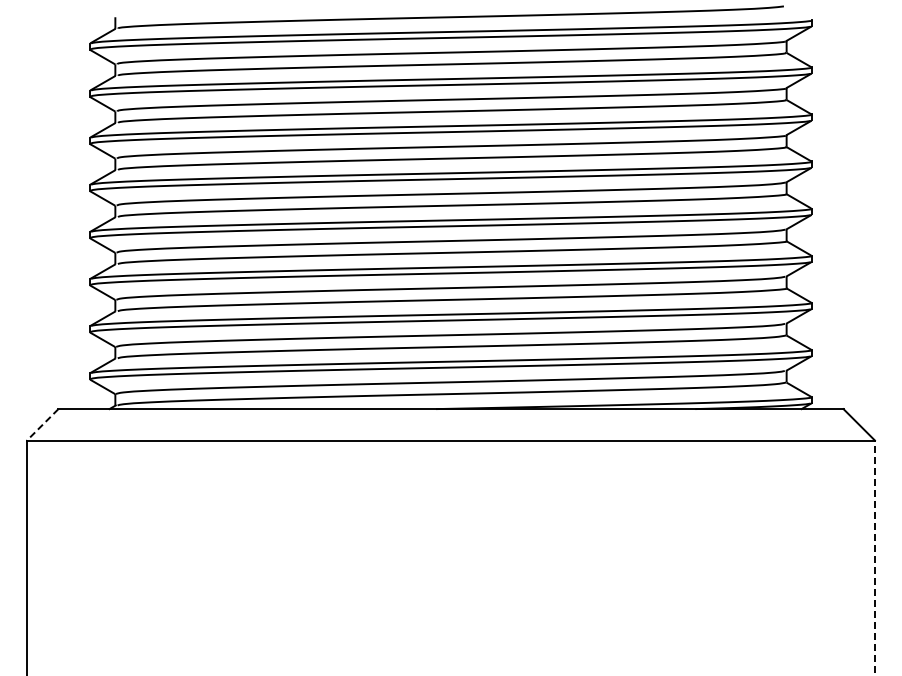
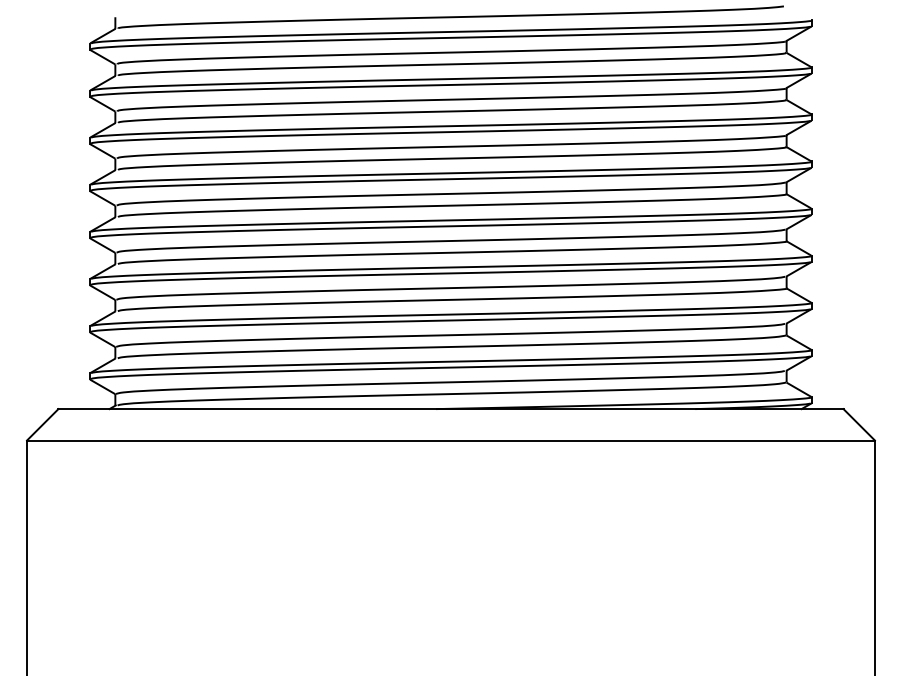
line at (42, 425): dashed -> solid
line at (874, 557): dashed -> solid
